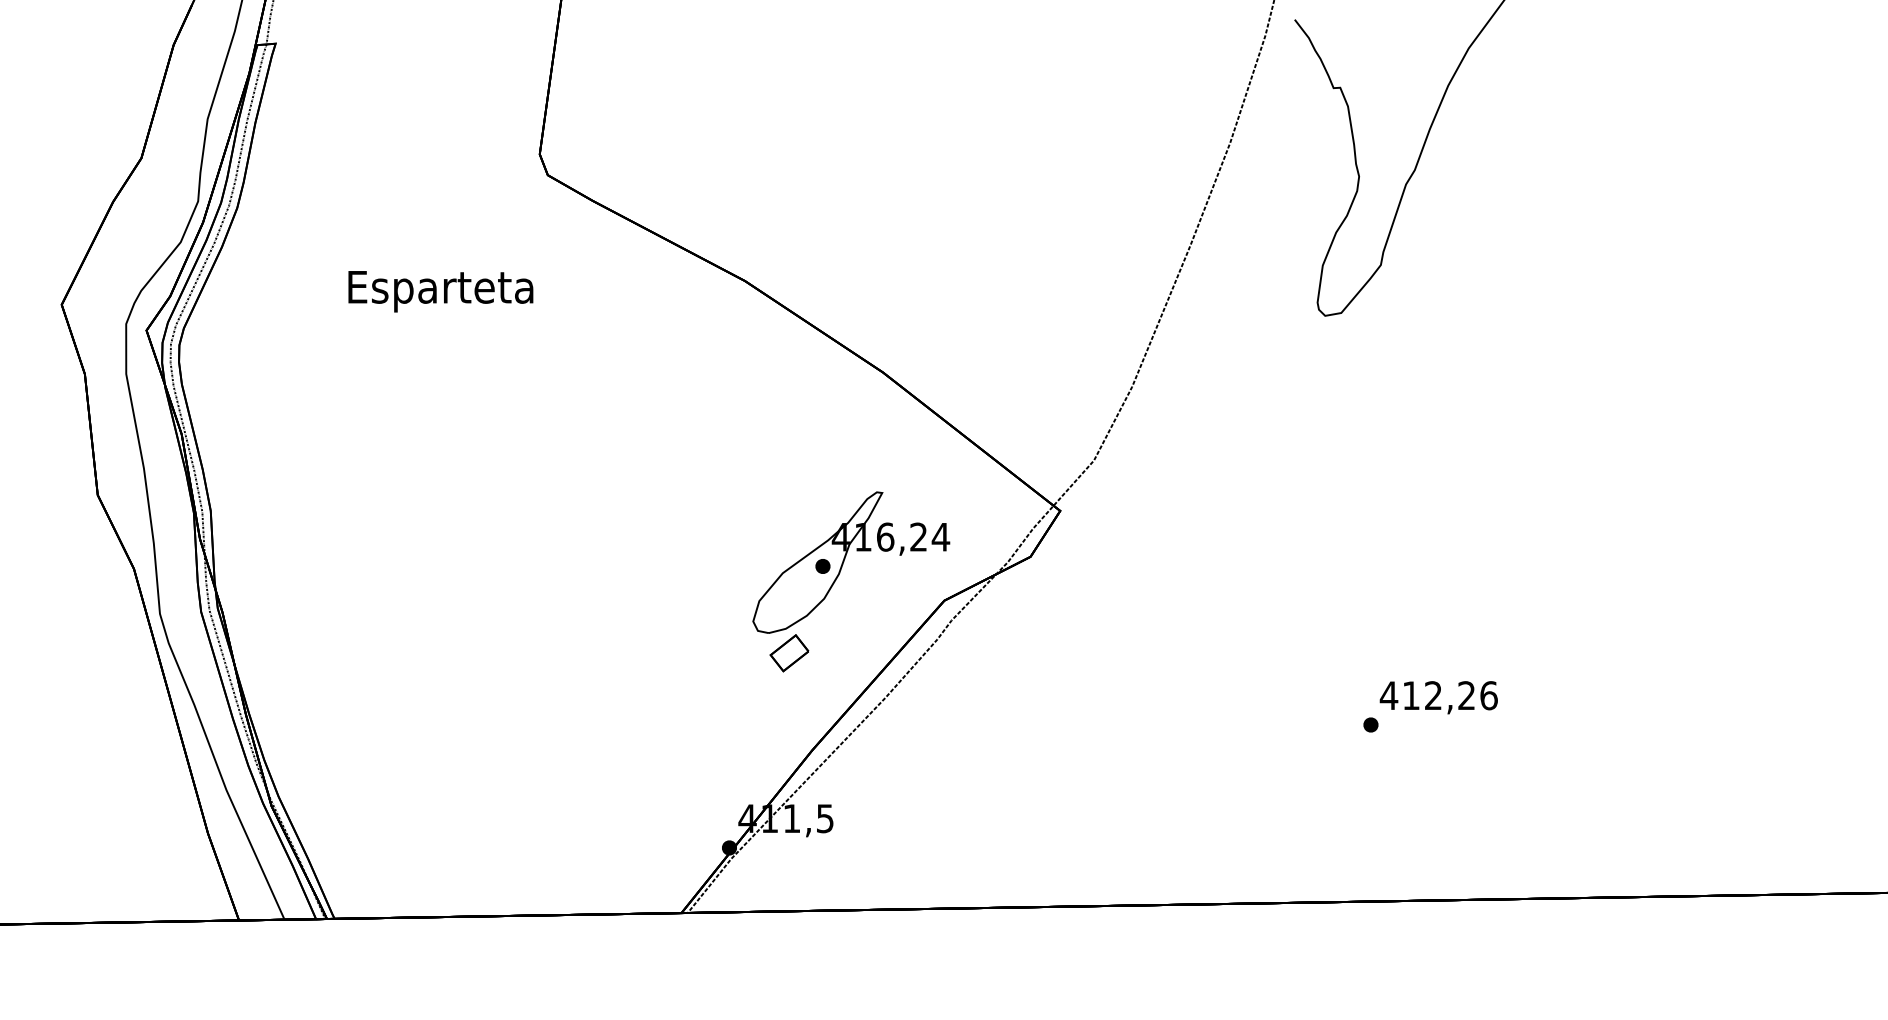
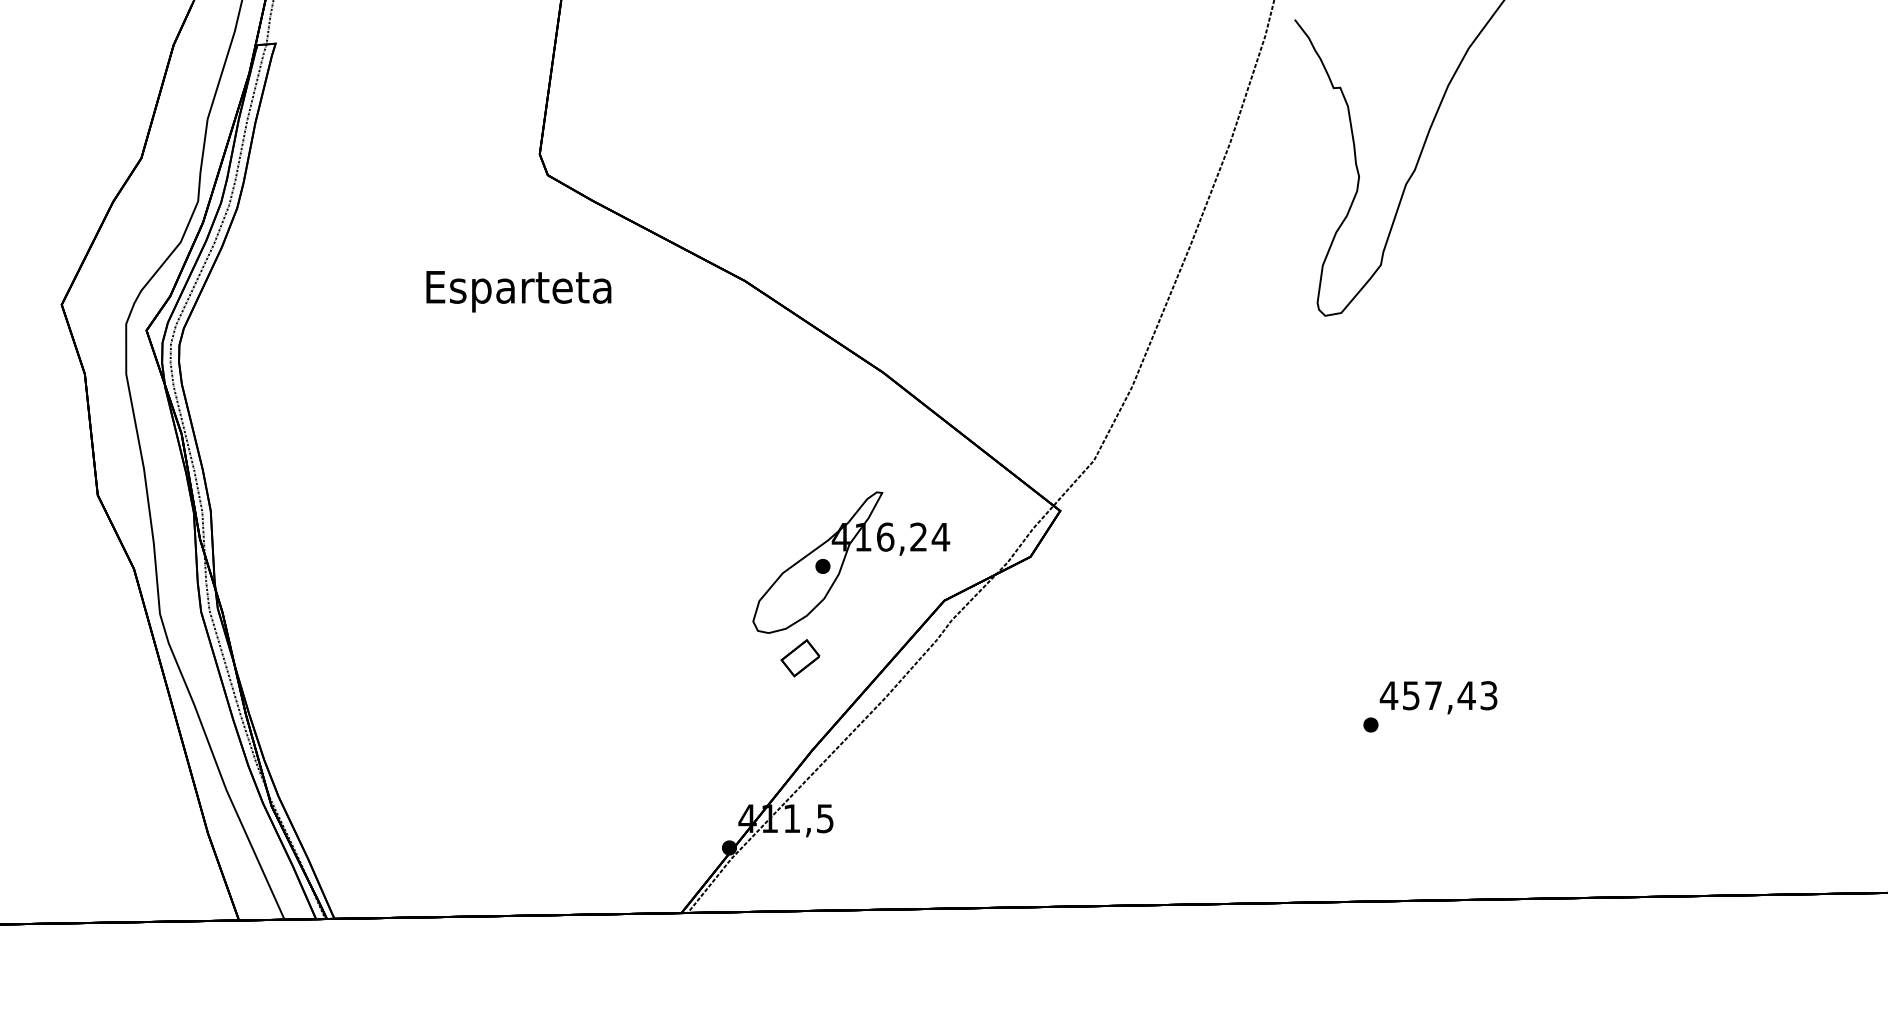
text at (440, 291) position: (440, 291) -> (518, 291)
part at (789, 653) position: (789, 653) -> (800, 658)
text at (1450, 695): 412,26 -> 457,43
